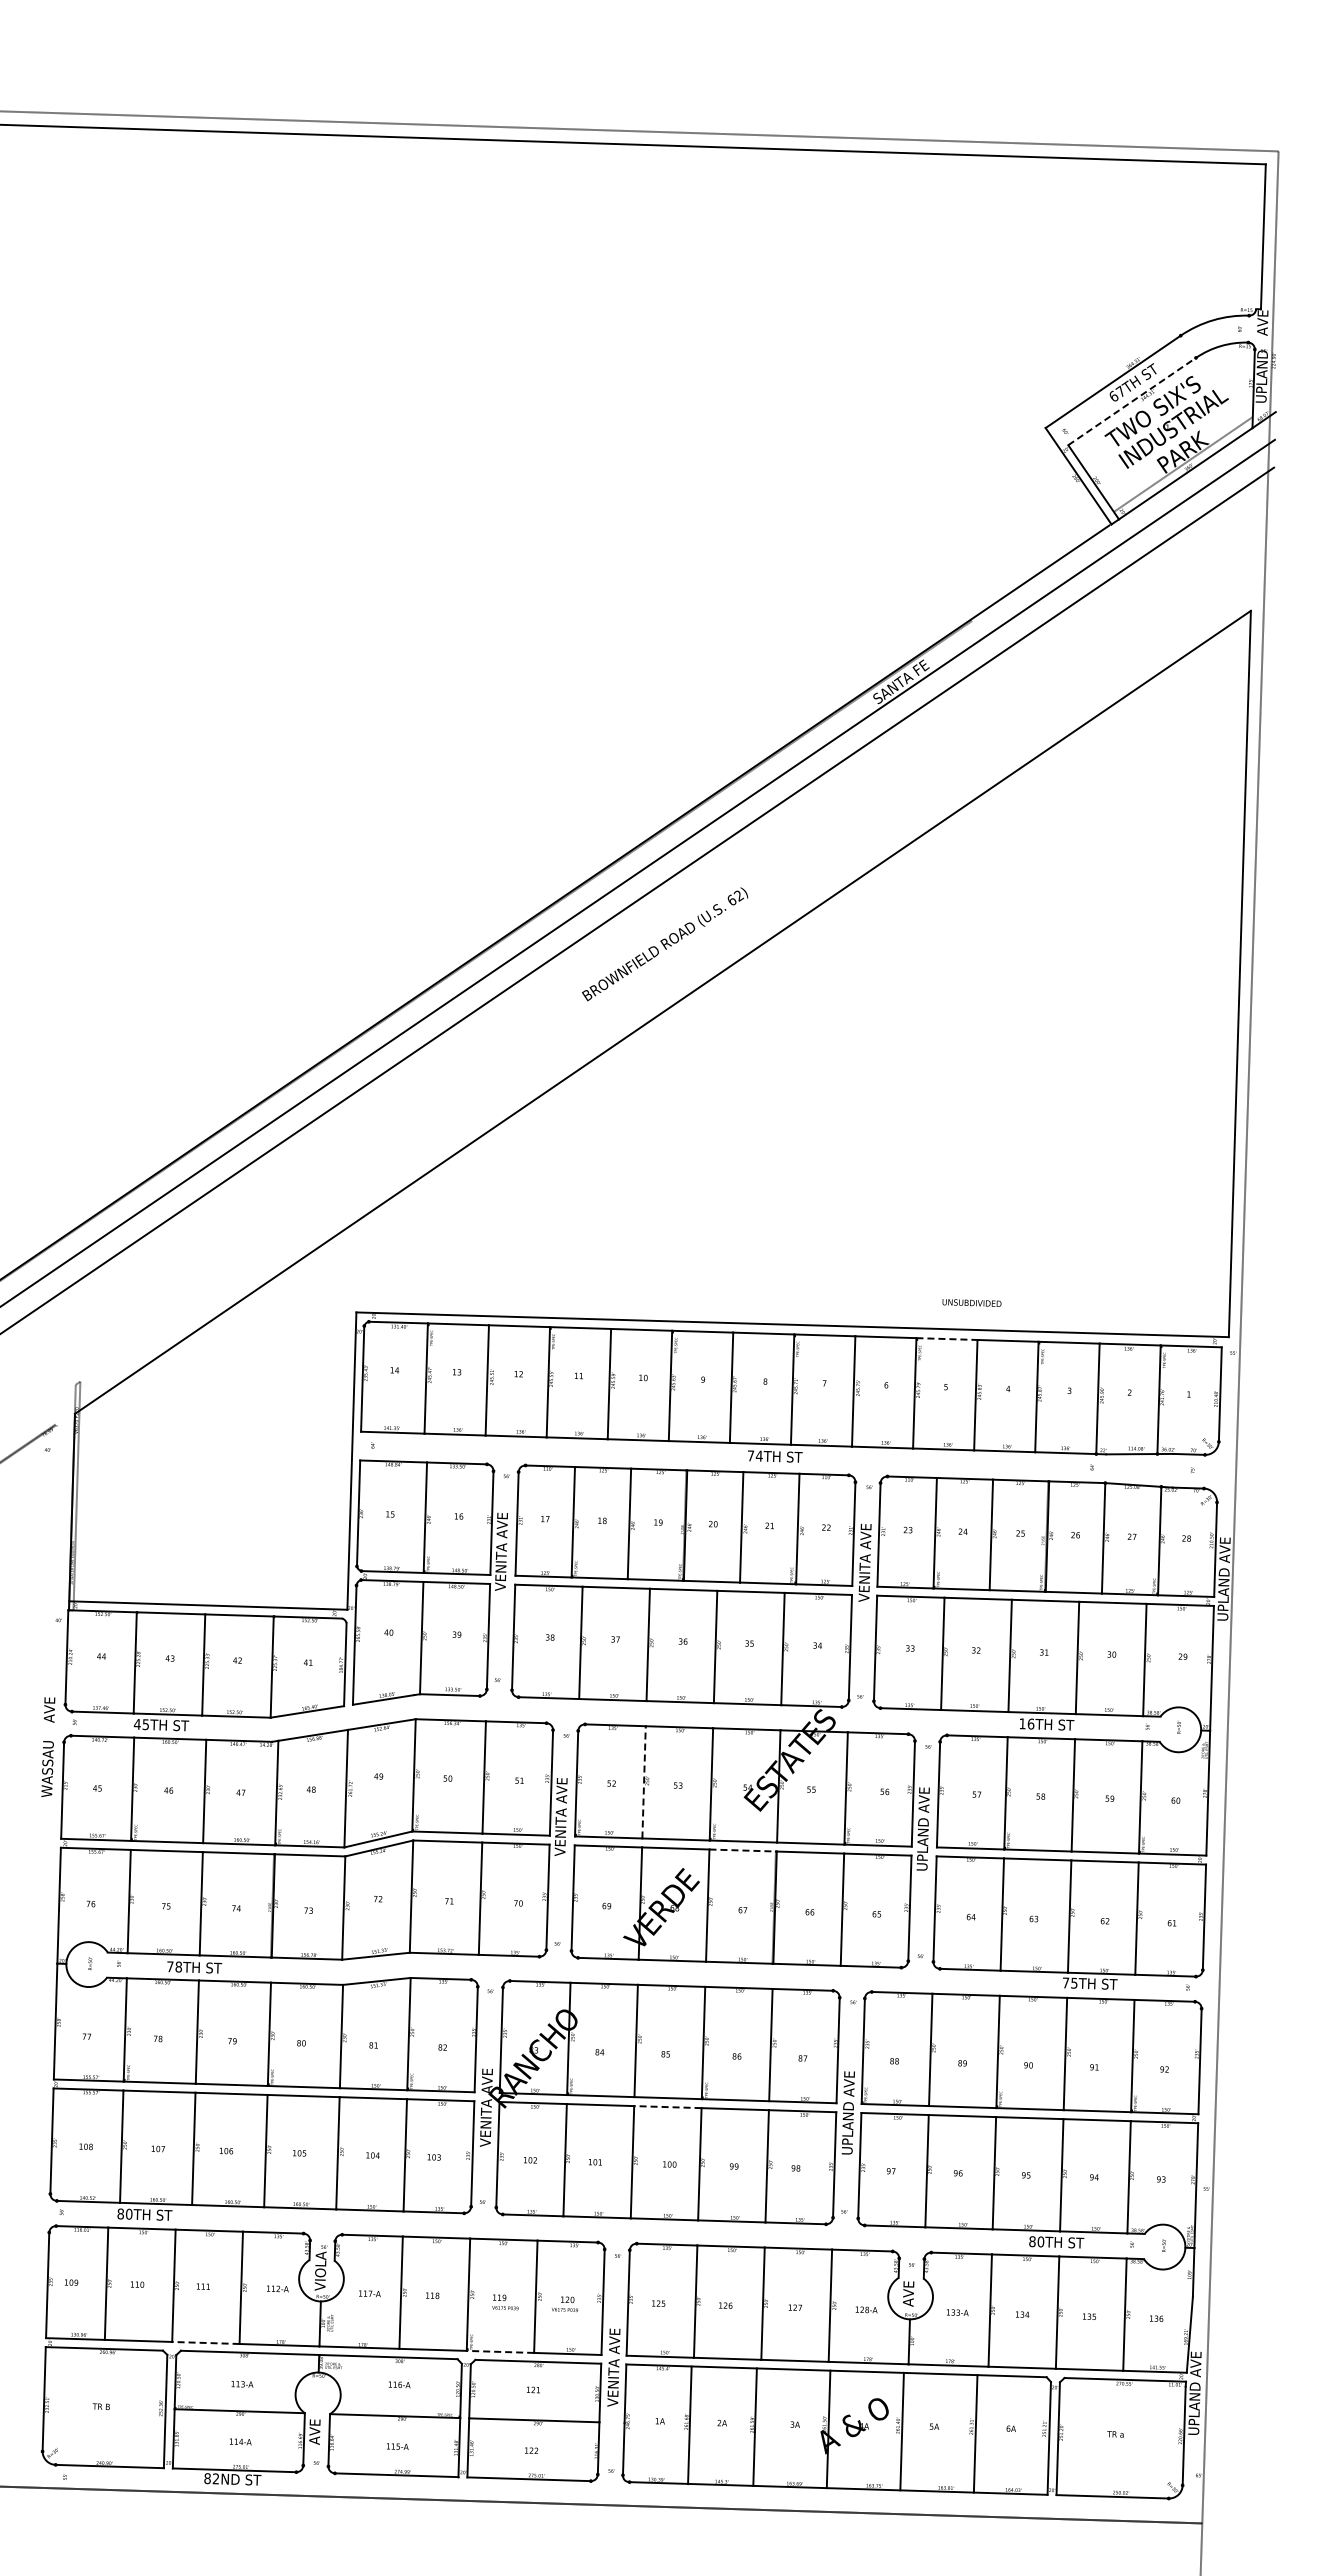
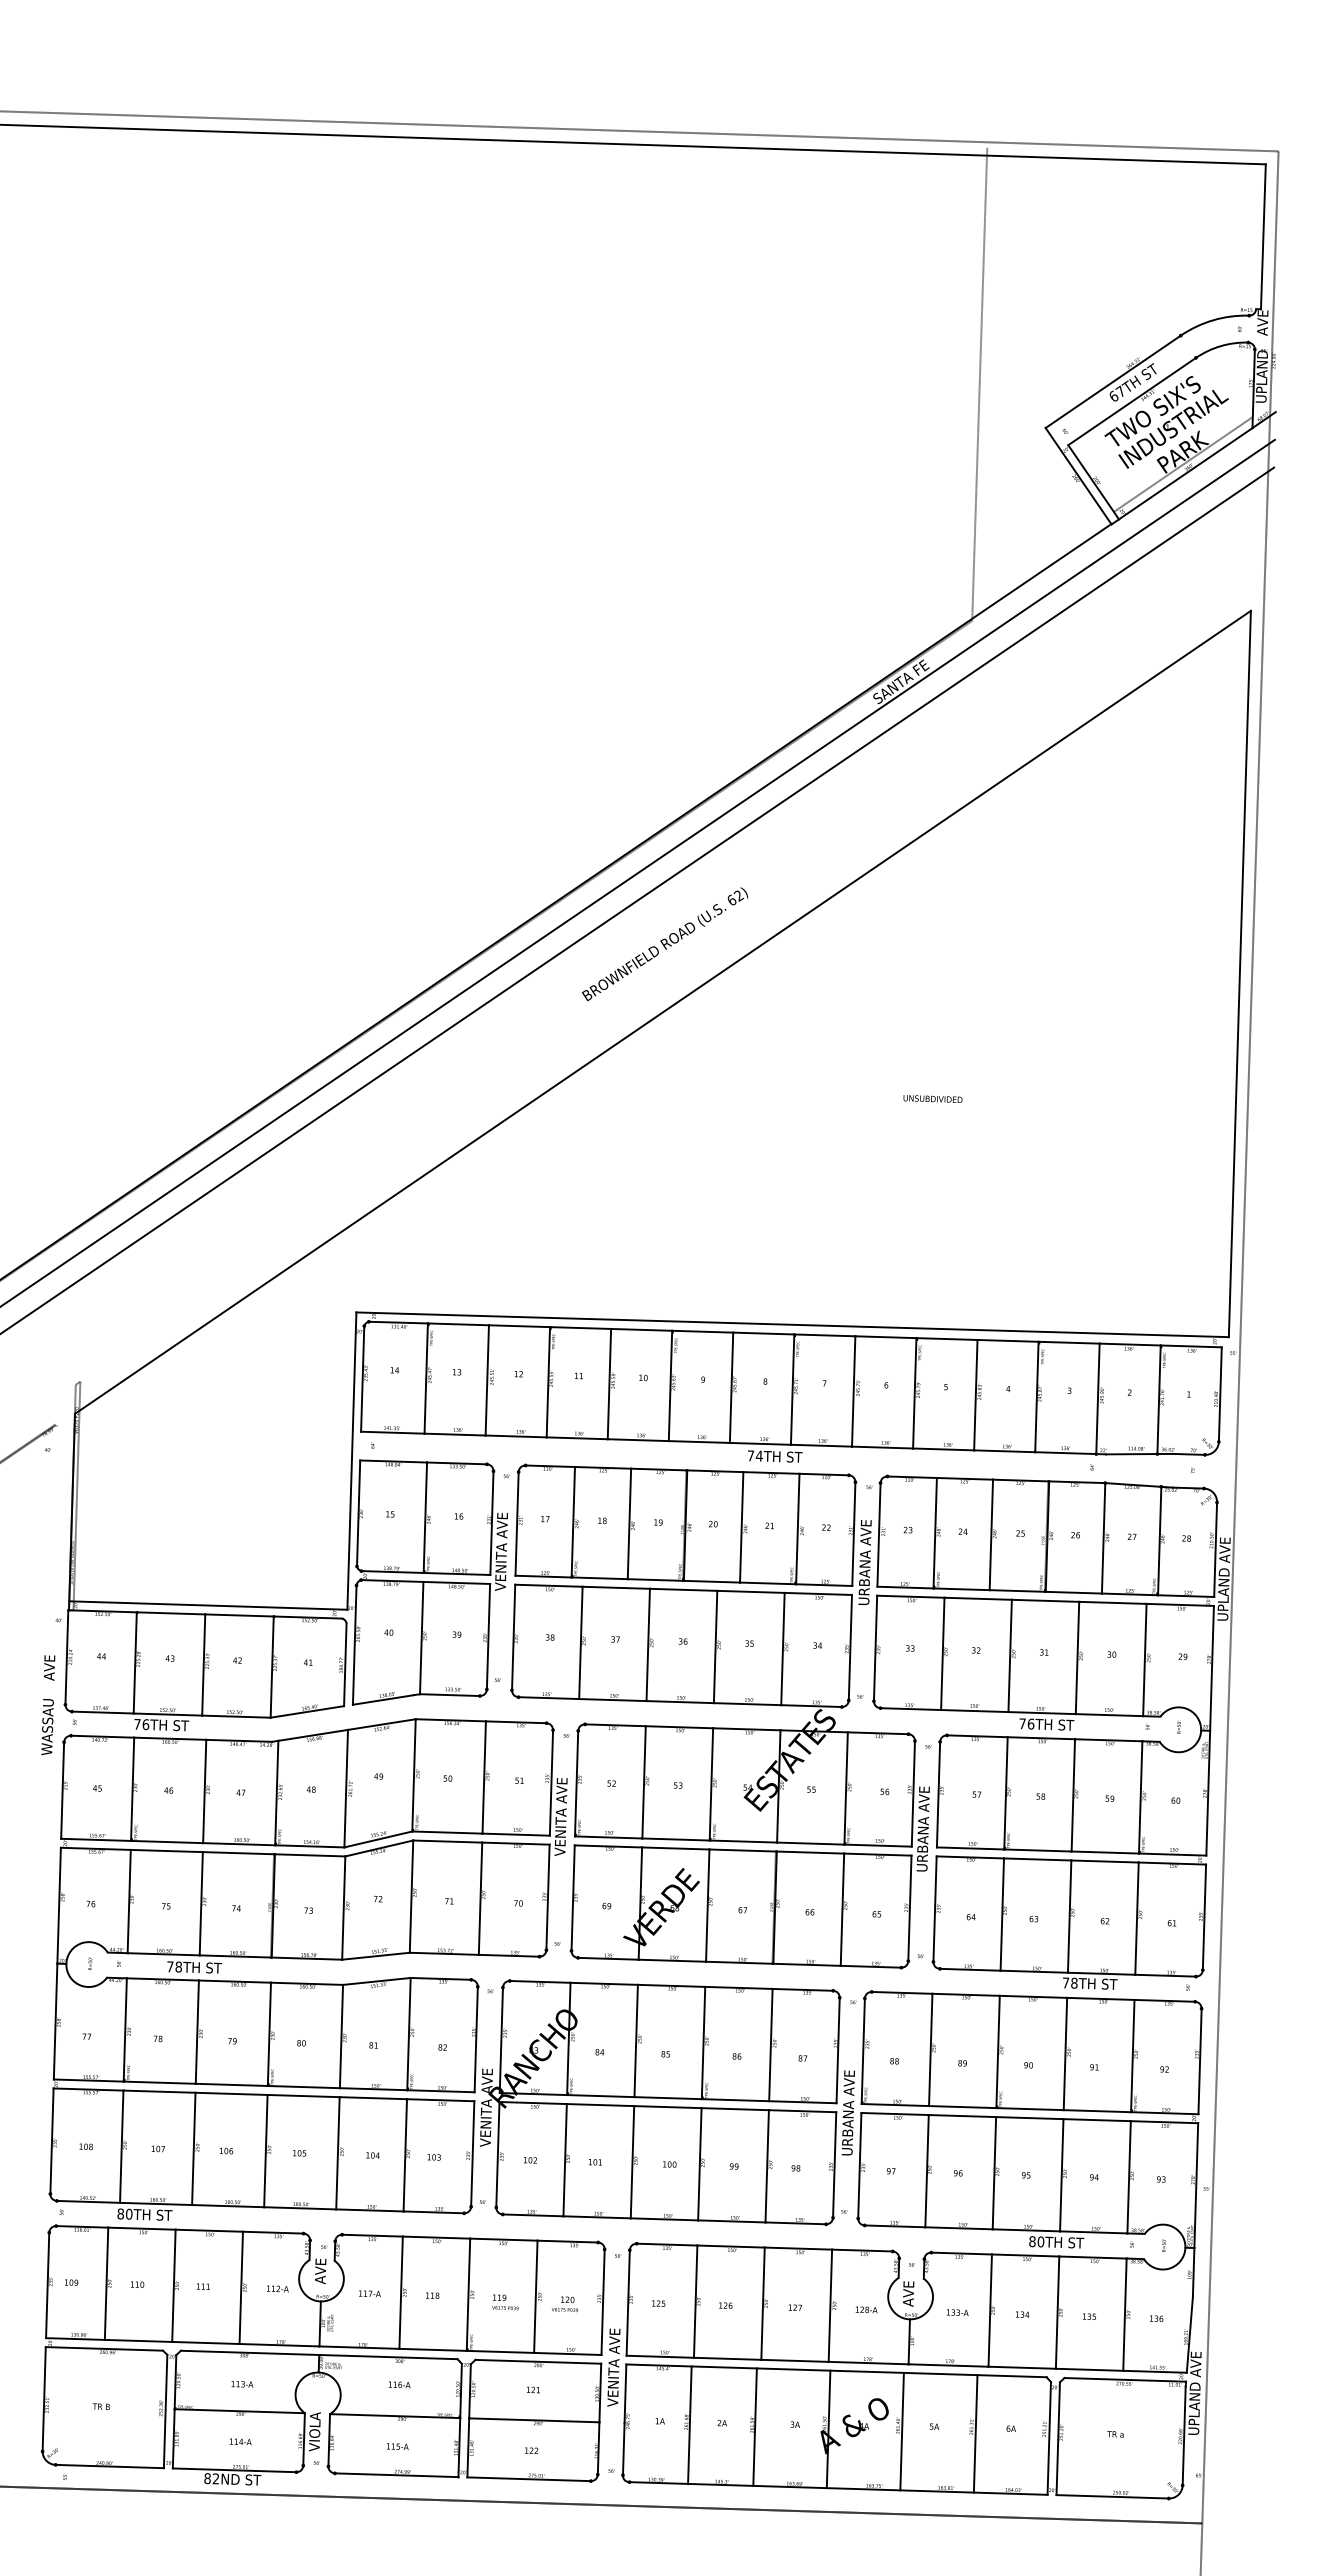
line at (979, 383): none -> present
line at (1132, 401): dashed -> solid
text at (971, 1302) position: (971, 1302) -> (932, 1098)
line at (946, 1339): dashed -> solid
text at (864, 1562): VENITA AVE -> URBANA AVE
text at (1022, 1723): 16TH -> 76TH
text at (141, 1724): 45TH -> 76TH
text at (48, 1747) position: (48, 1747) -> (48, 1705)
line at (644, 1781): dashed -> solid
text at (922, 1828): UPLAND AVE -> URBANA AVE
line at (743, 1850): dashed -> solid
text at (1074, 1982): 75TH -> 78TH
line at (667, 2107): dashed -> solid
text at (847, 2112): UPLAND AVE -> URBANA AVE
text at (320, 2270): VIOLA -> AVE
line at (205, 2342): dashed -> solid
line at (500, 2351): dashed -> solid
text at (314, 2431): AVE -> VIOLA
